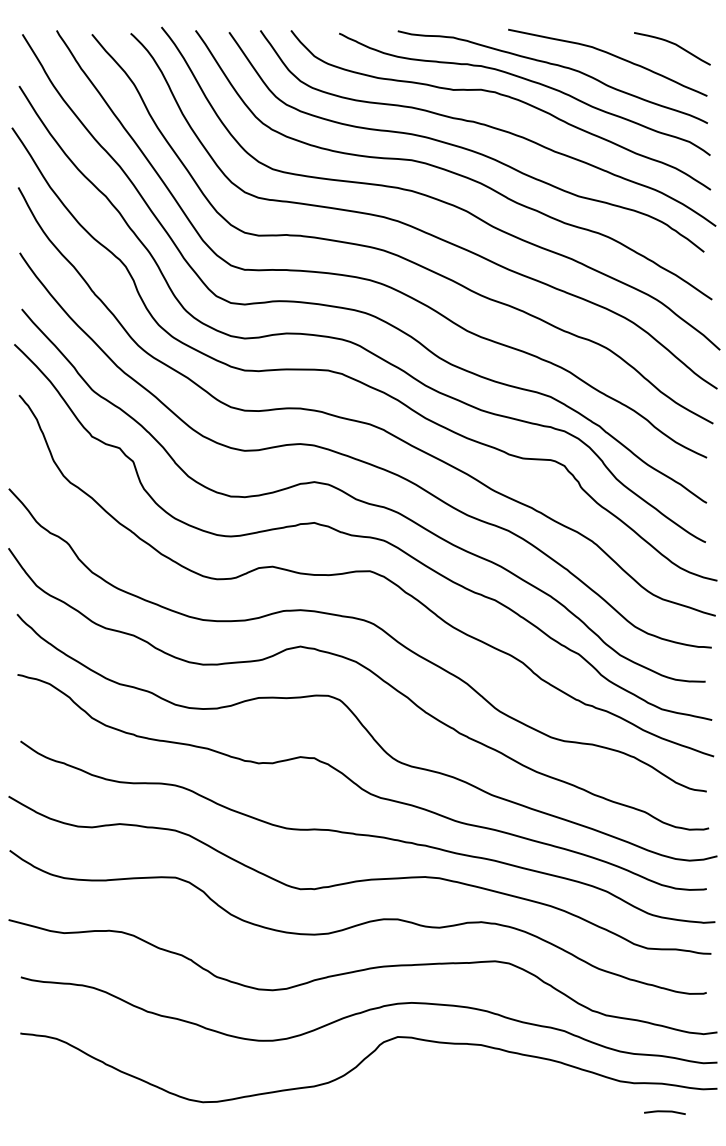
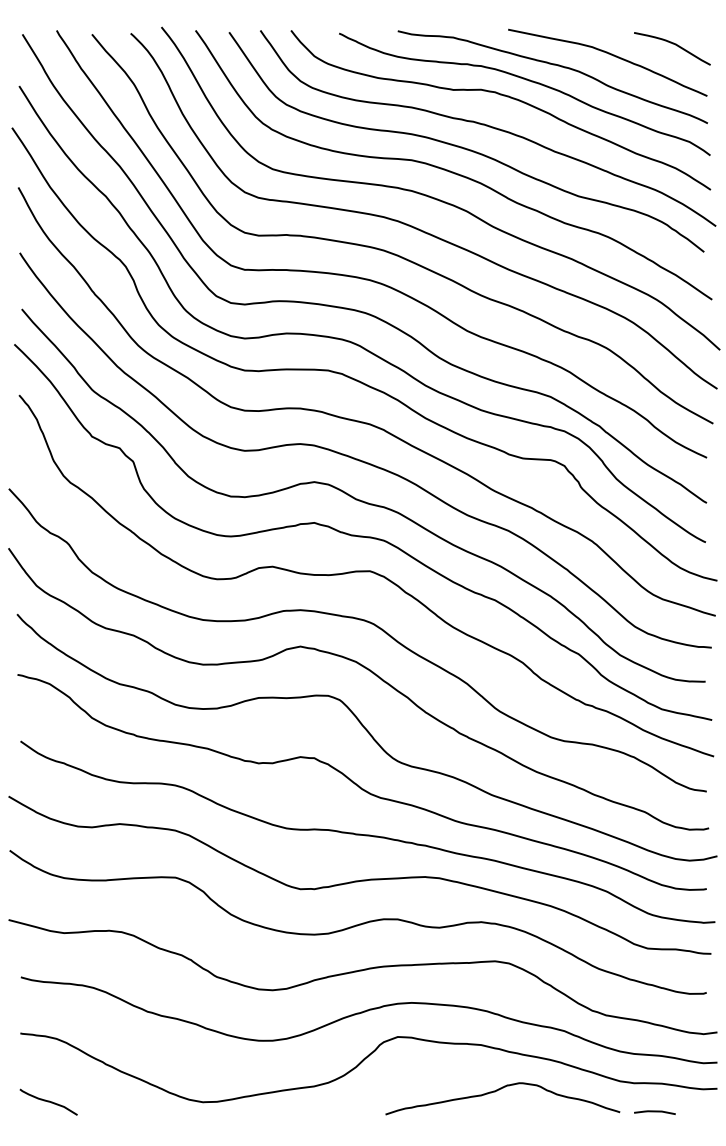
curve at (499, 1090): none -> present
curve at (48, 1101): none -> present
line at (664, 1112) position: (664, 1112) -> (654, 1112)
